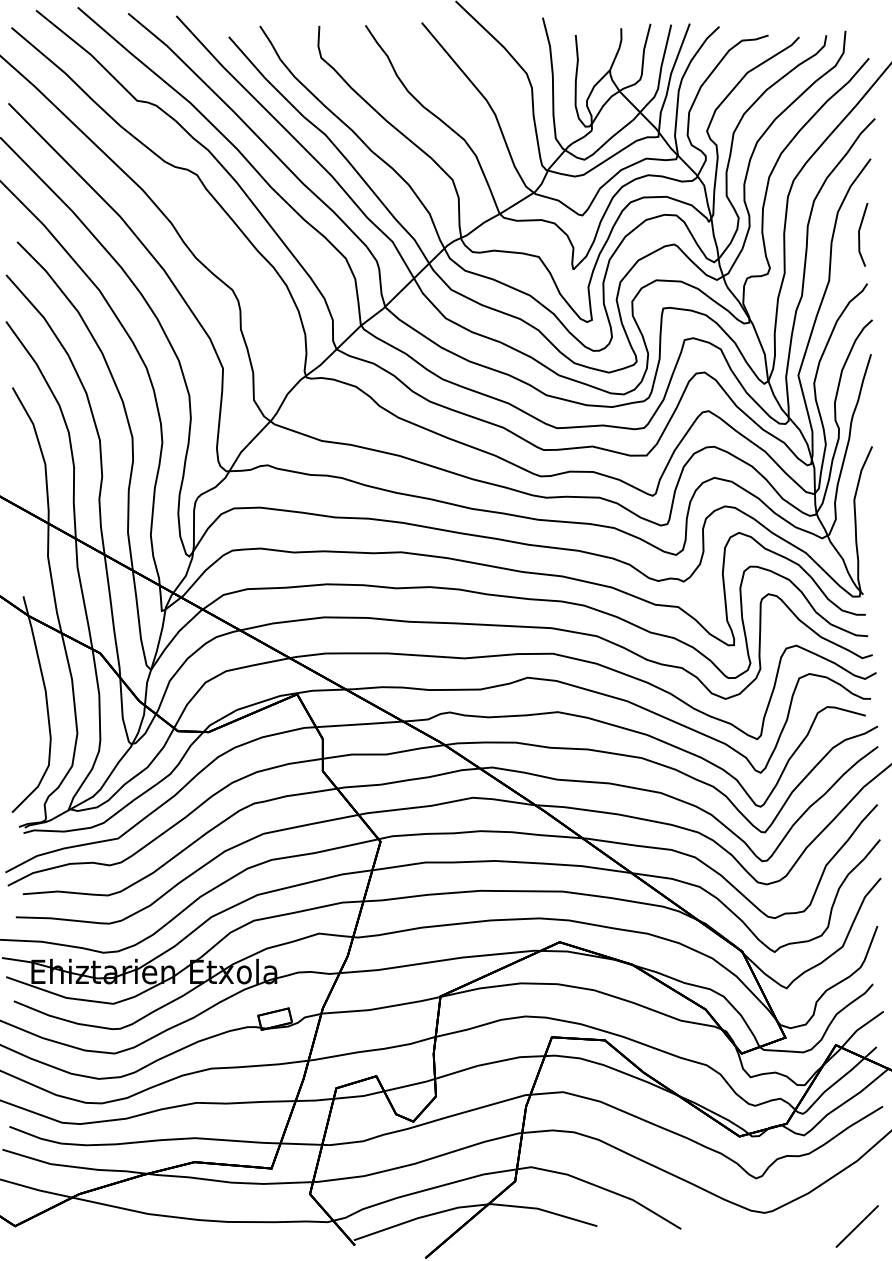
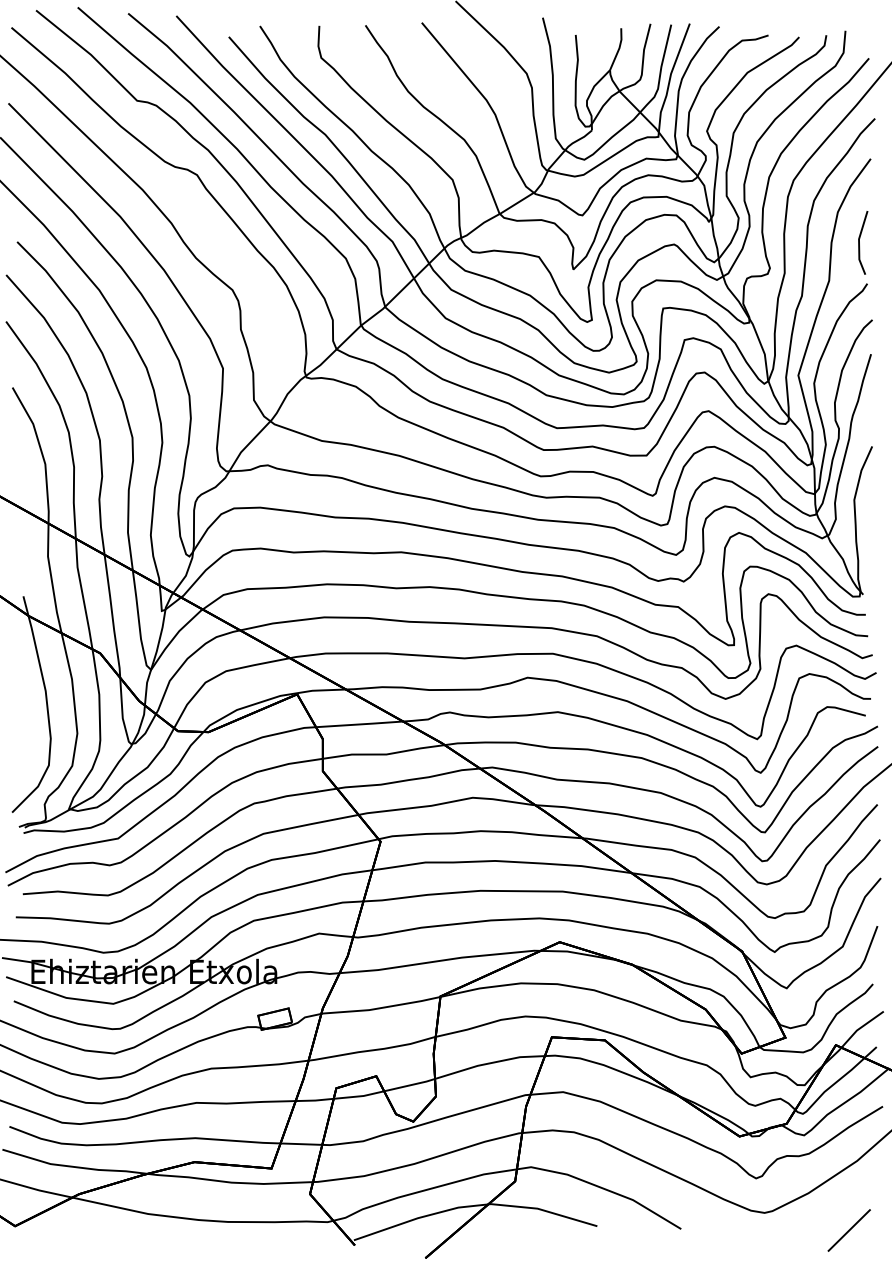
line at (859, 234) position: (859, 234) -> (859, 242)
line at (856, 1226) position: (856, 1226) -> (848, 1230)
